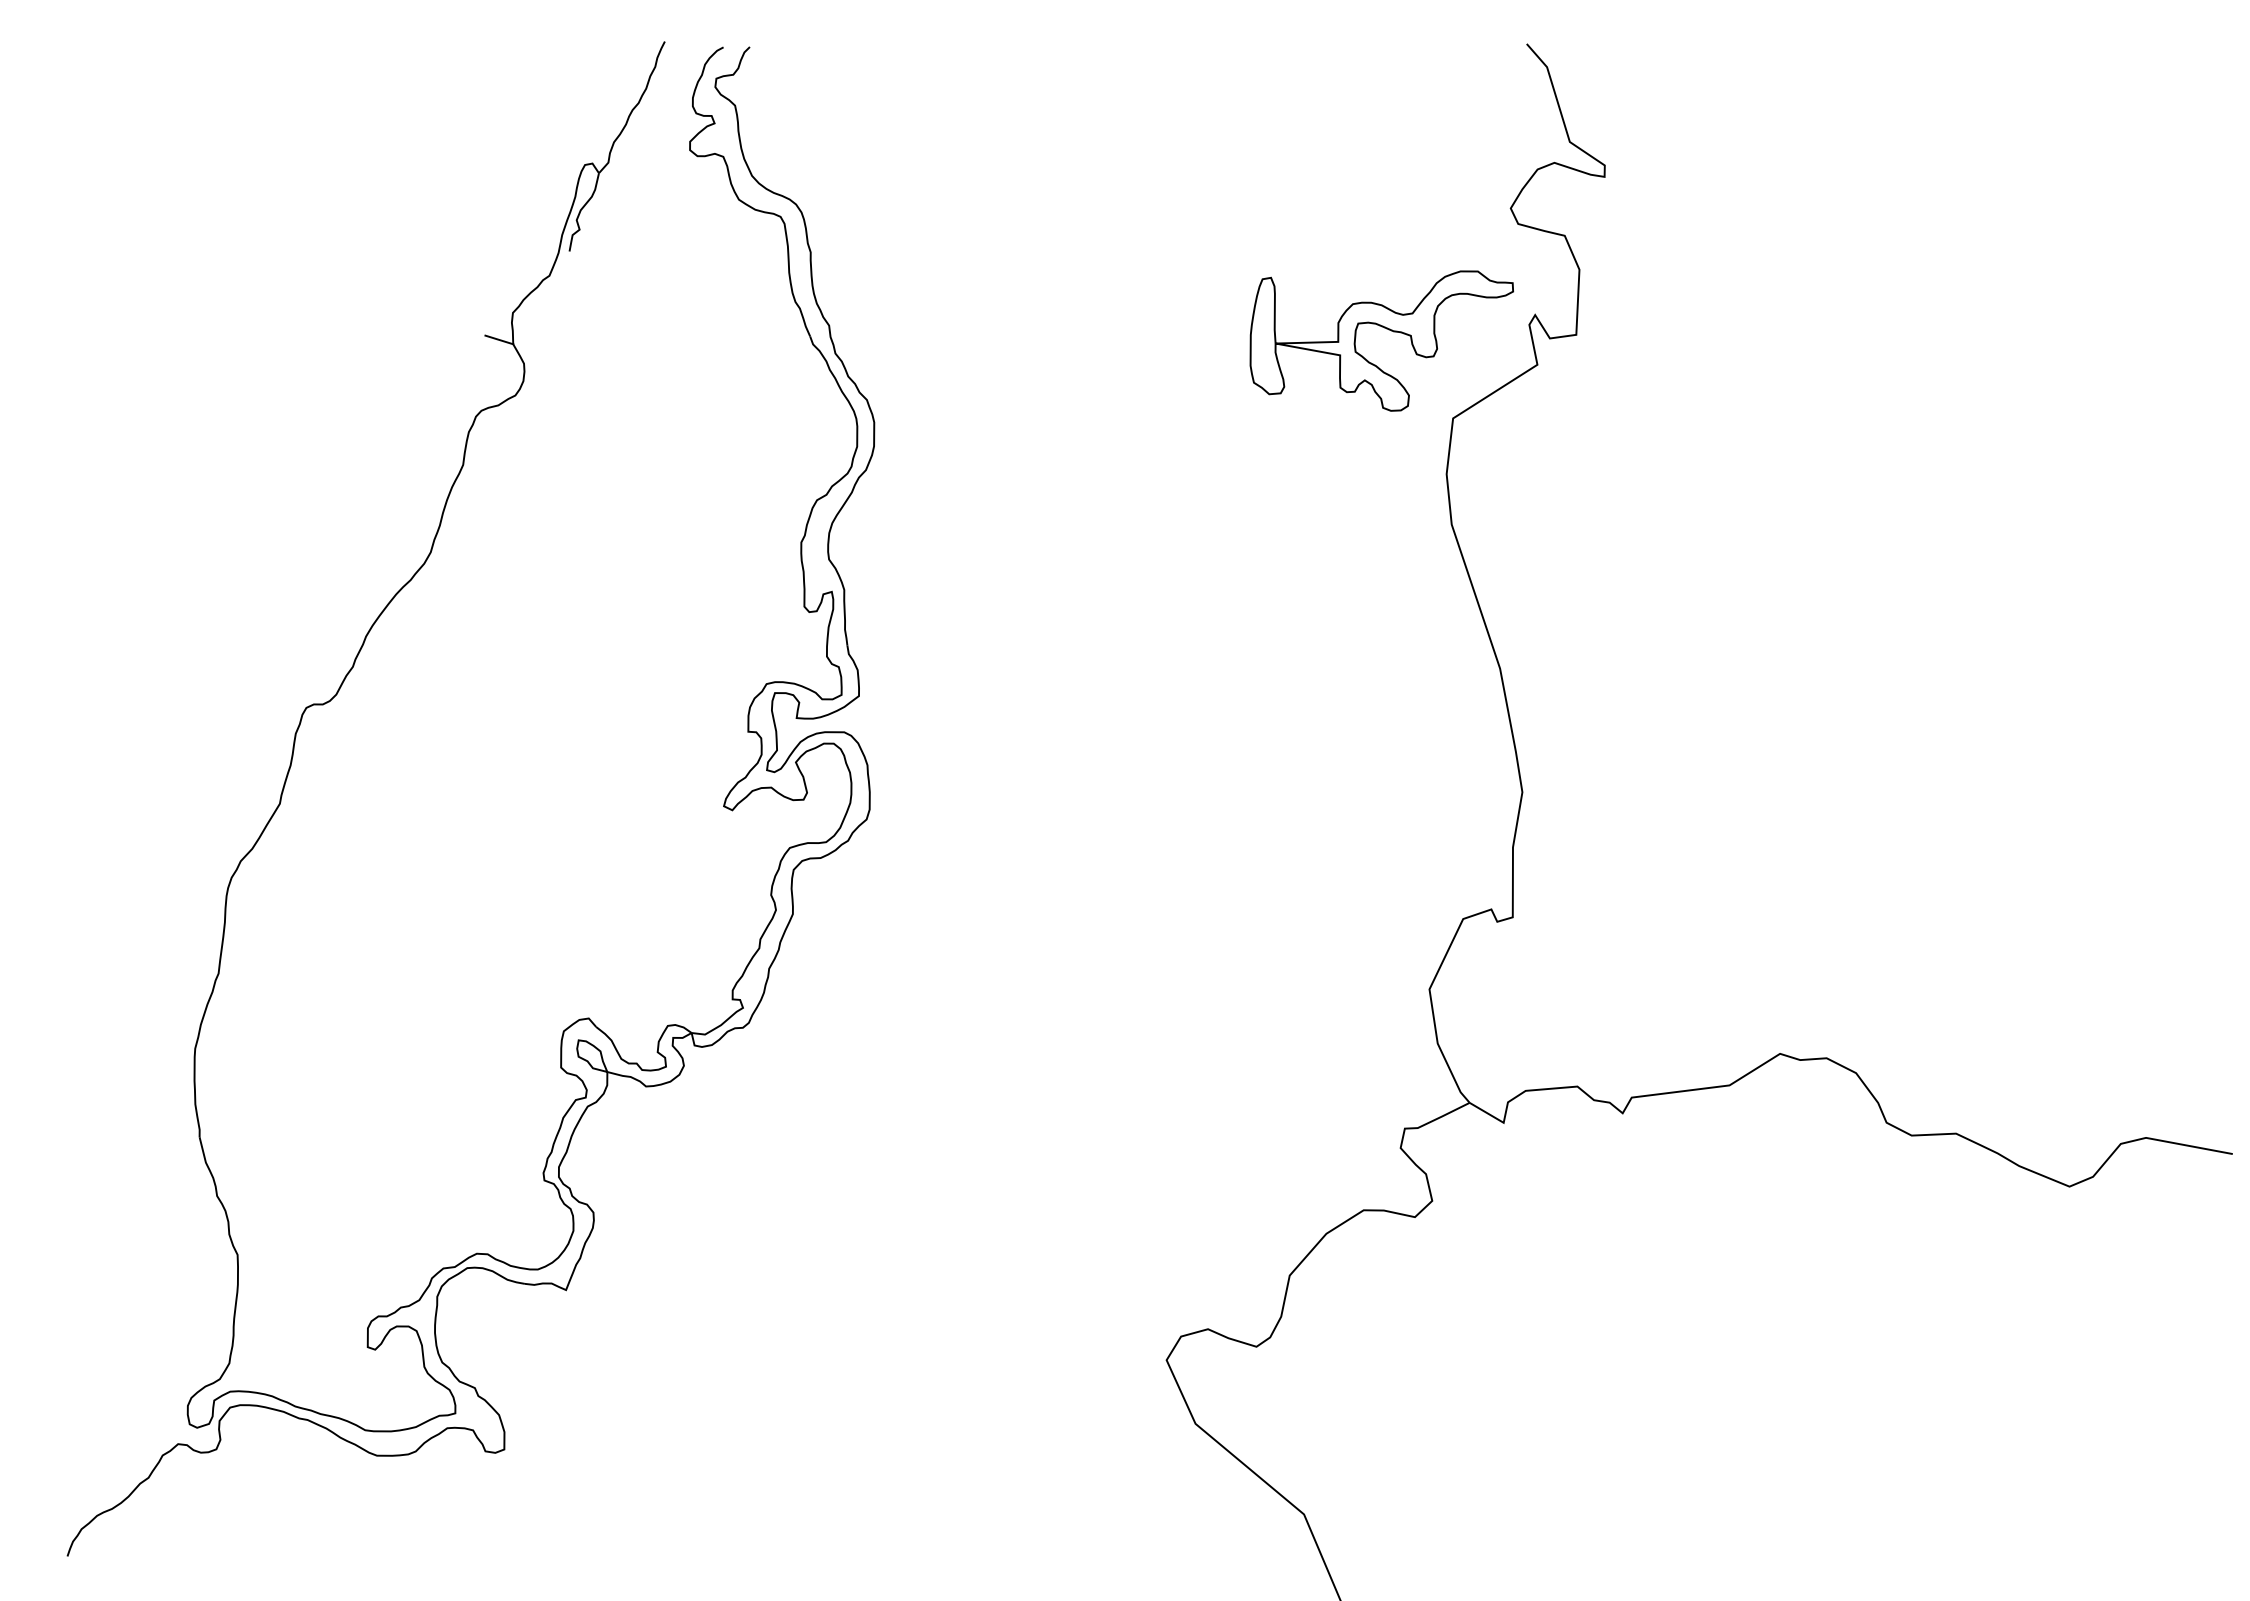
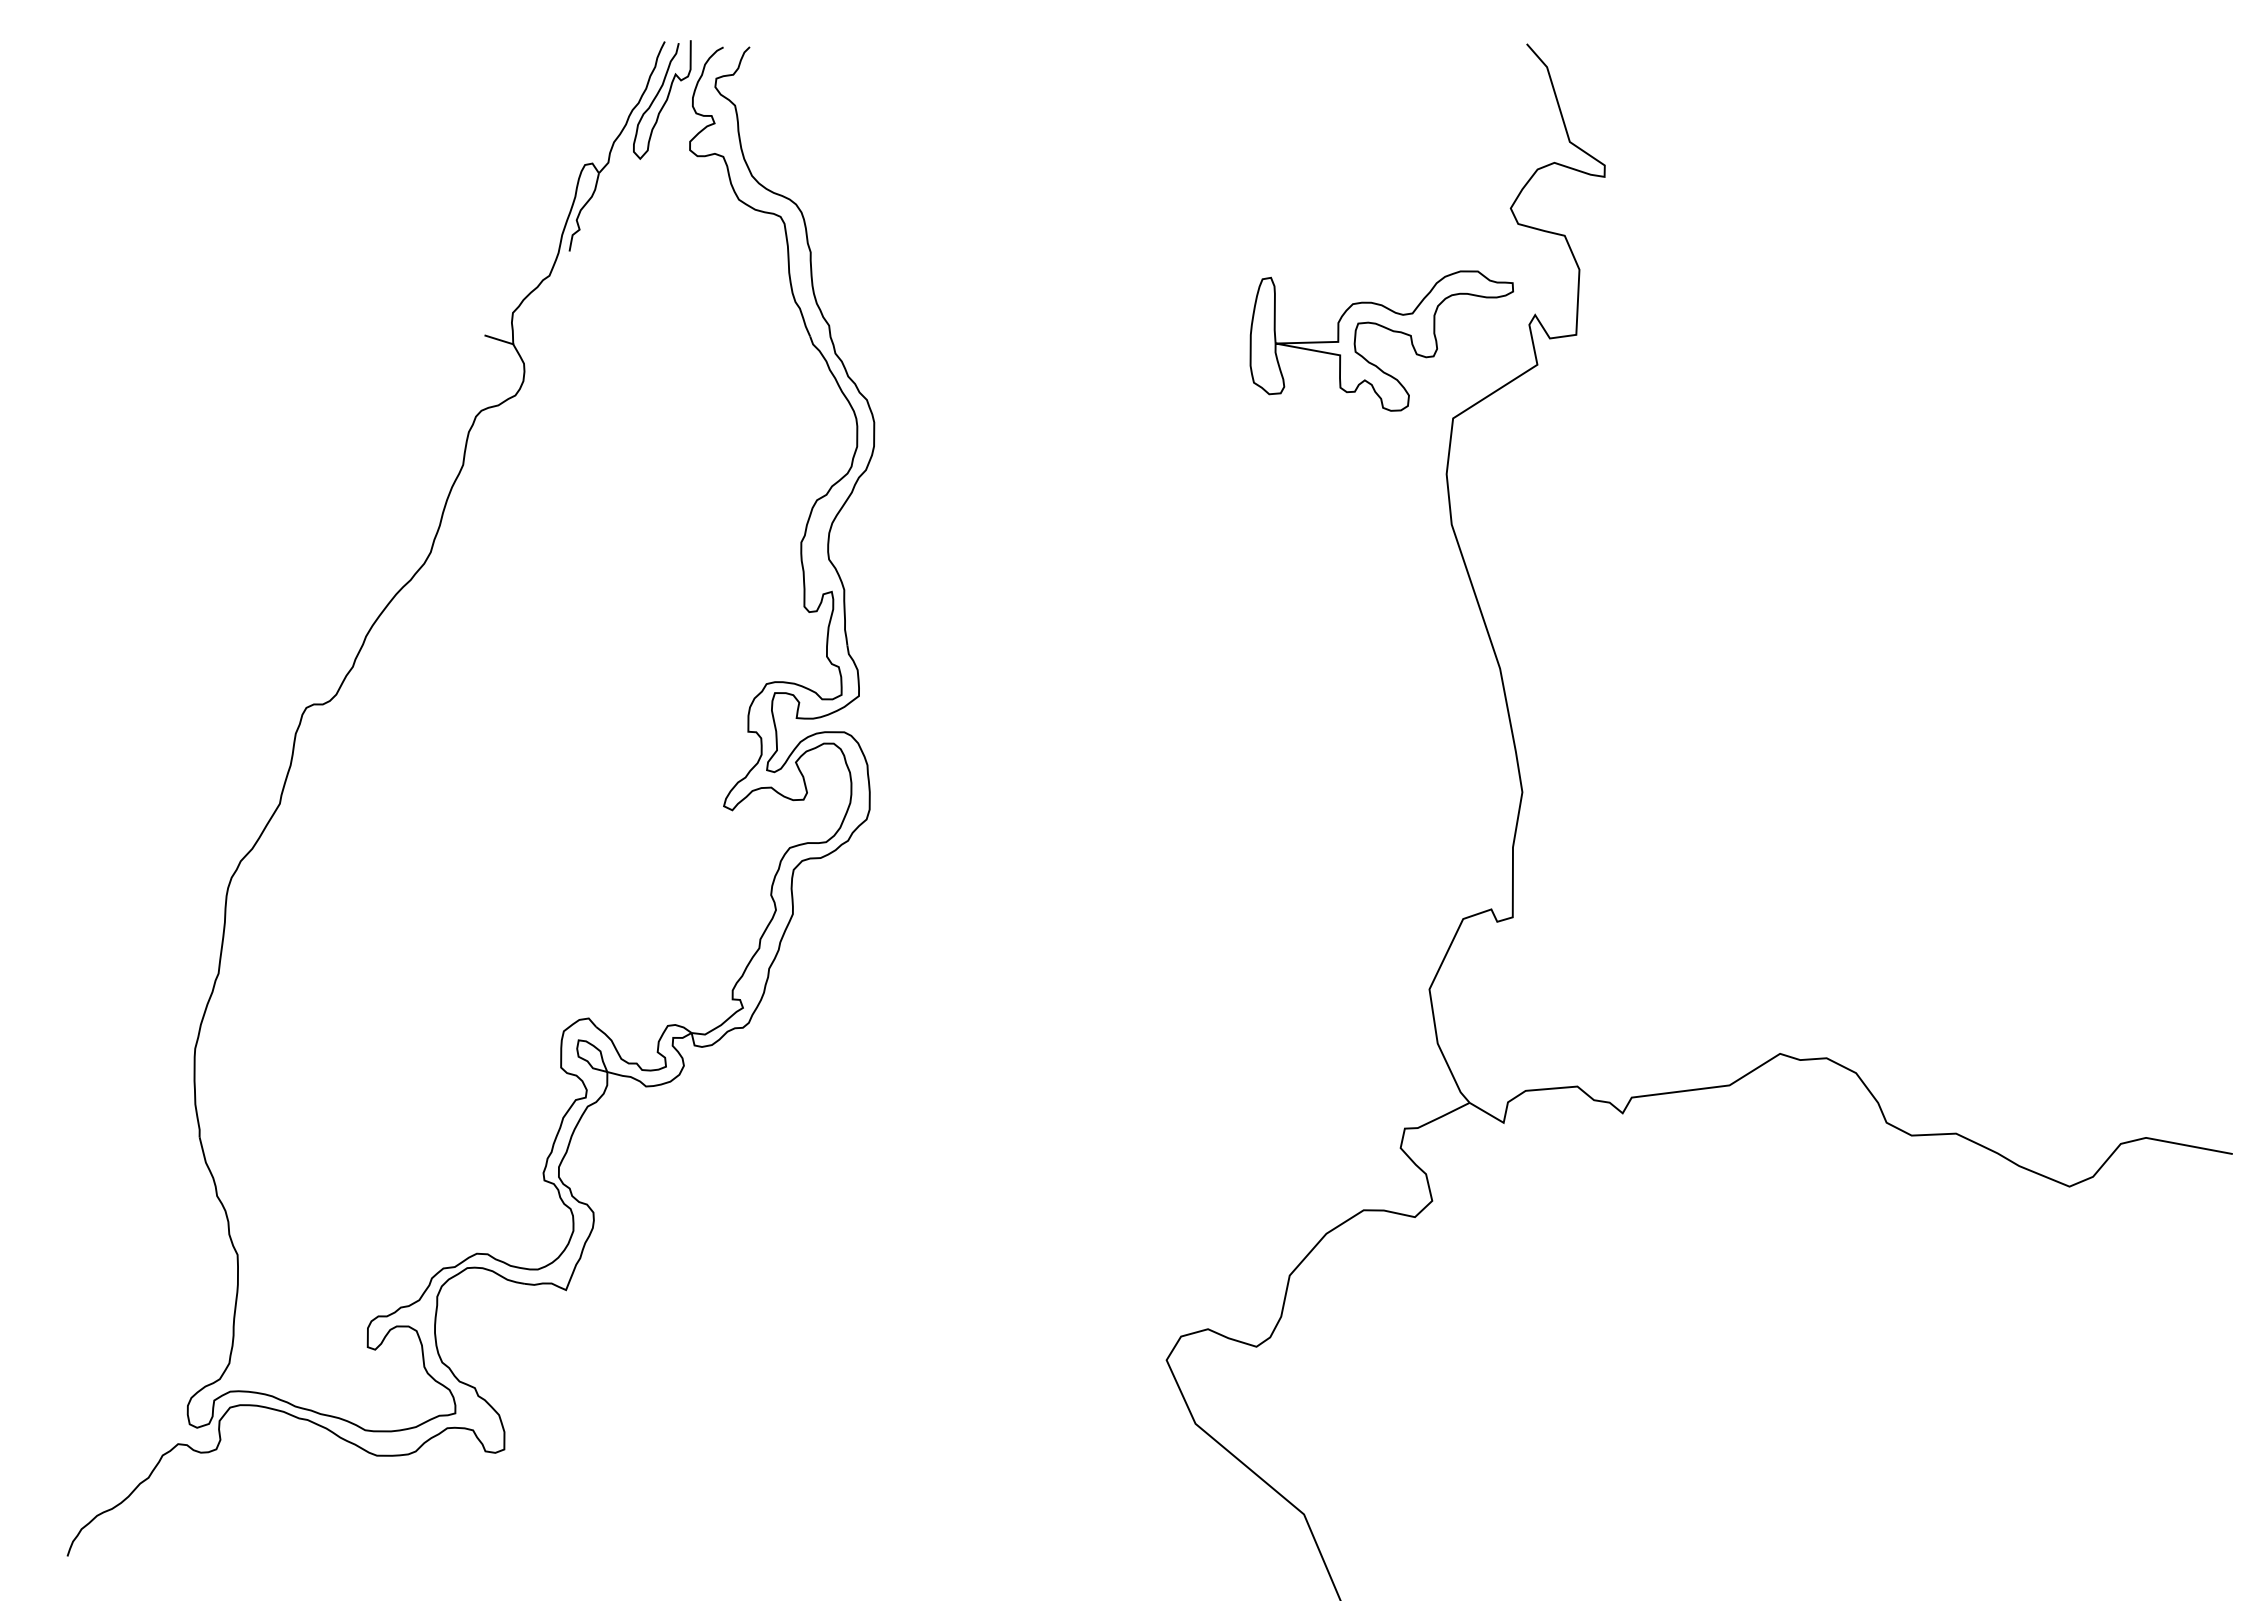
curve at (665, 100): none -> present
